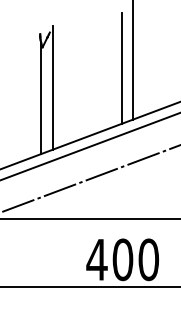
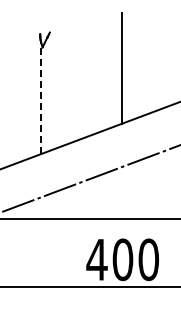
line at (133, 60): present -> none
line at (52, 87): present -> none
line at (41, 98): solid -> dashed
line at (89, 146): present -> none
